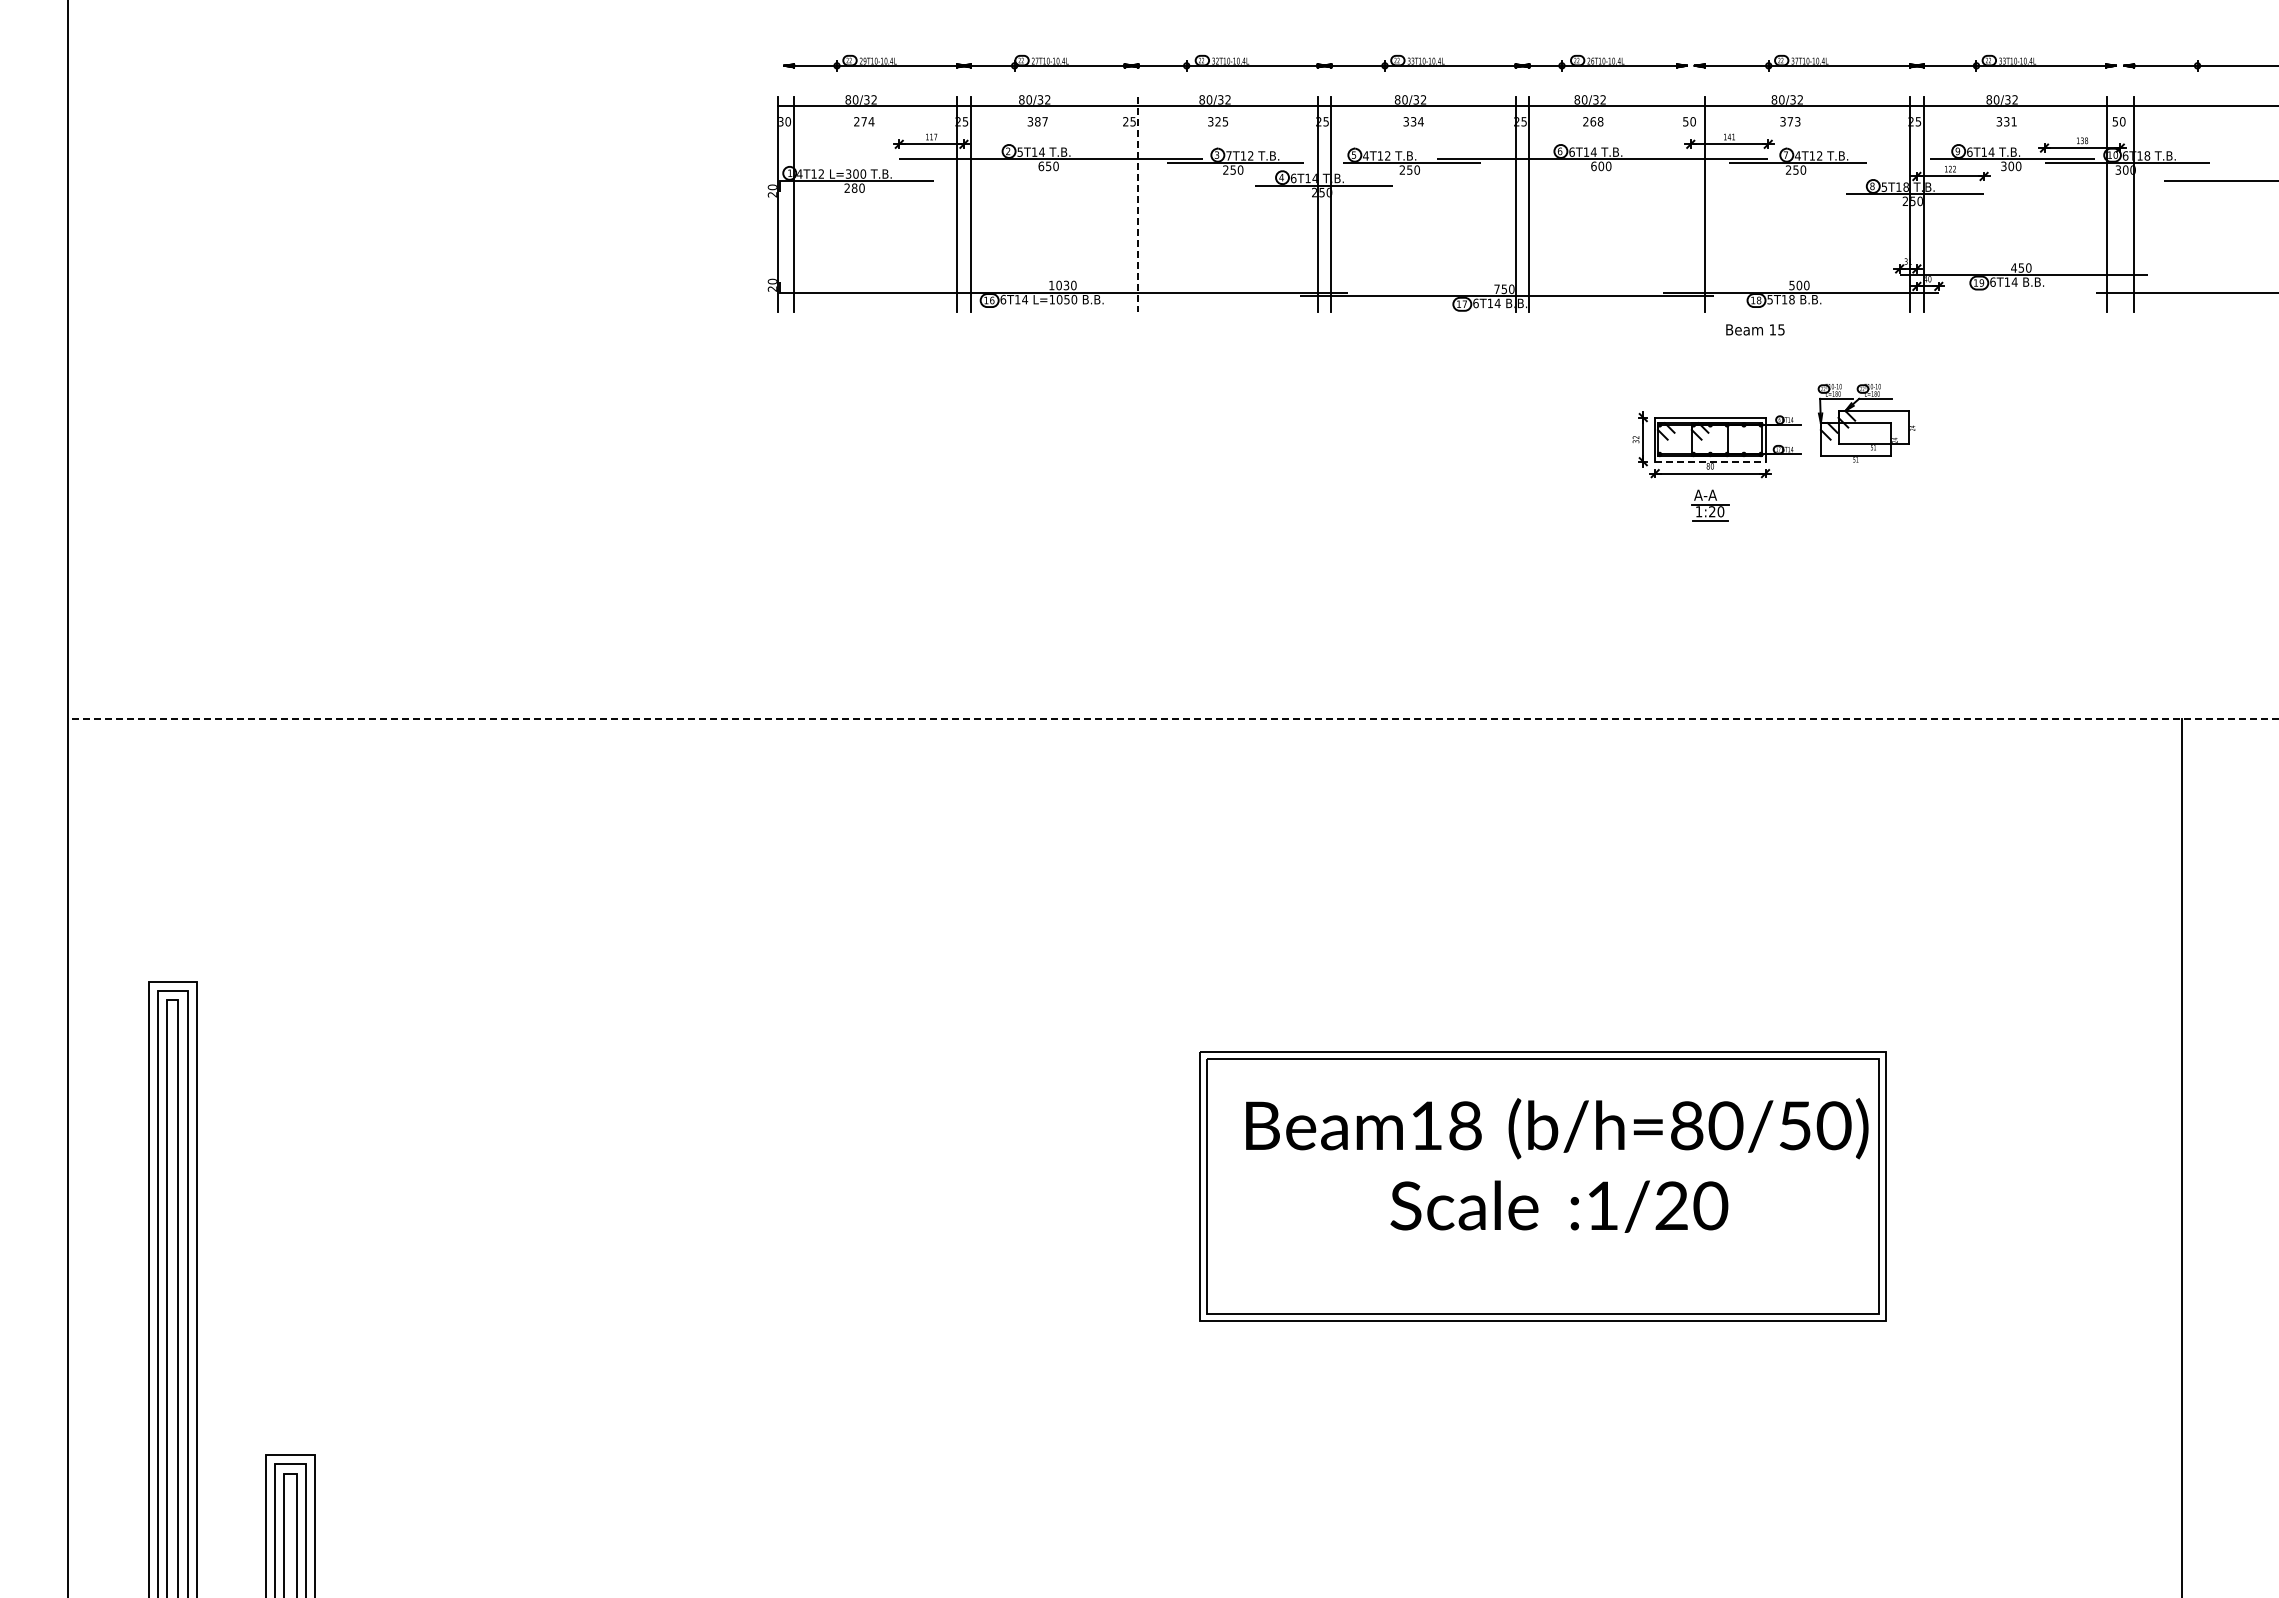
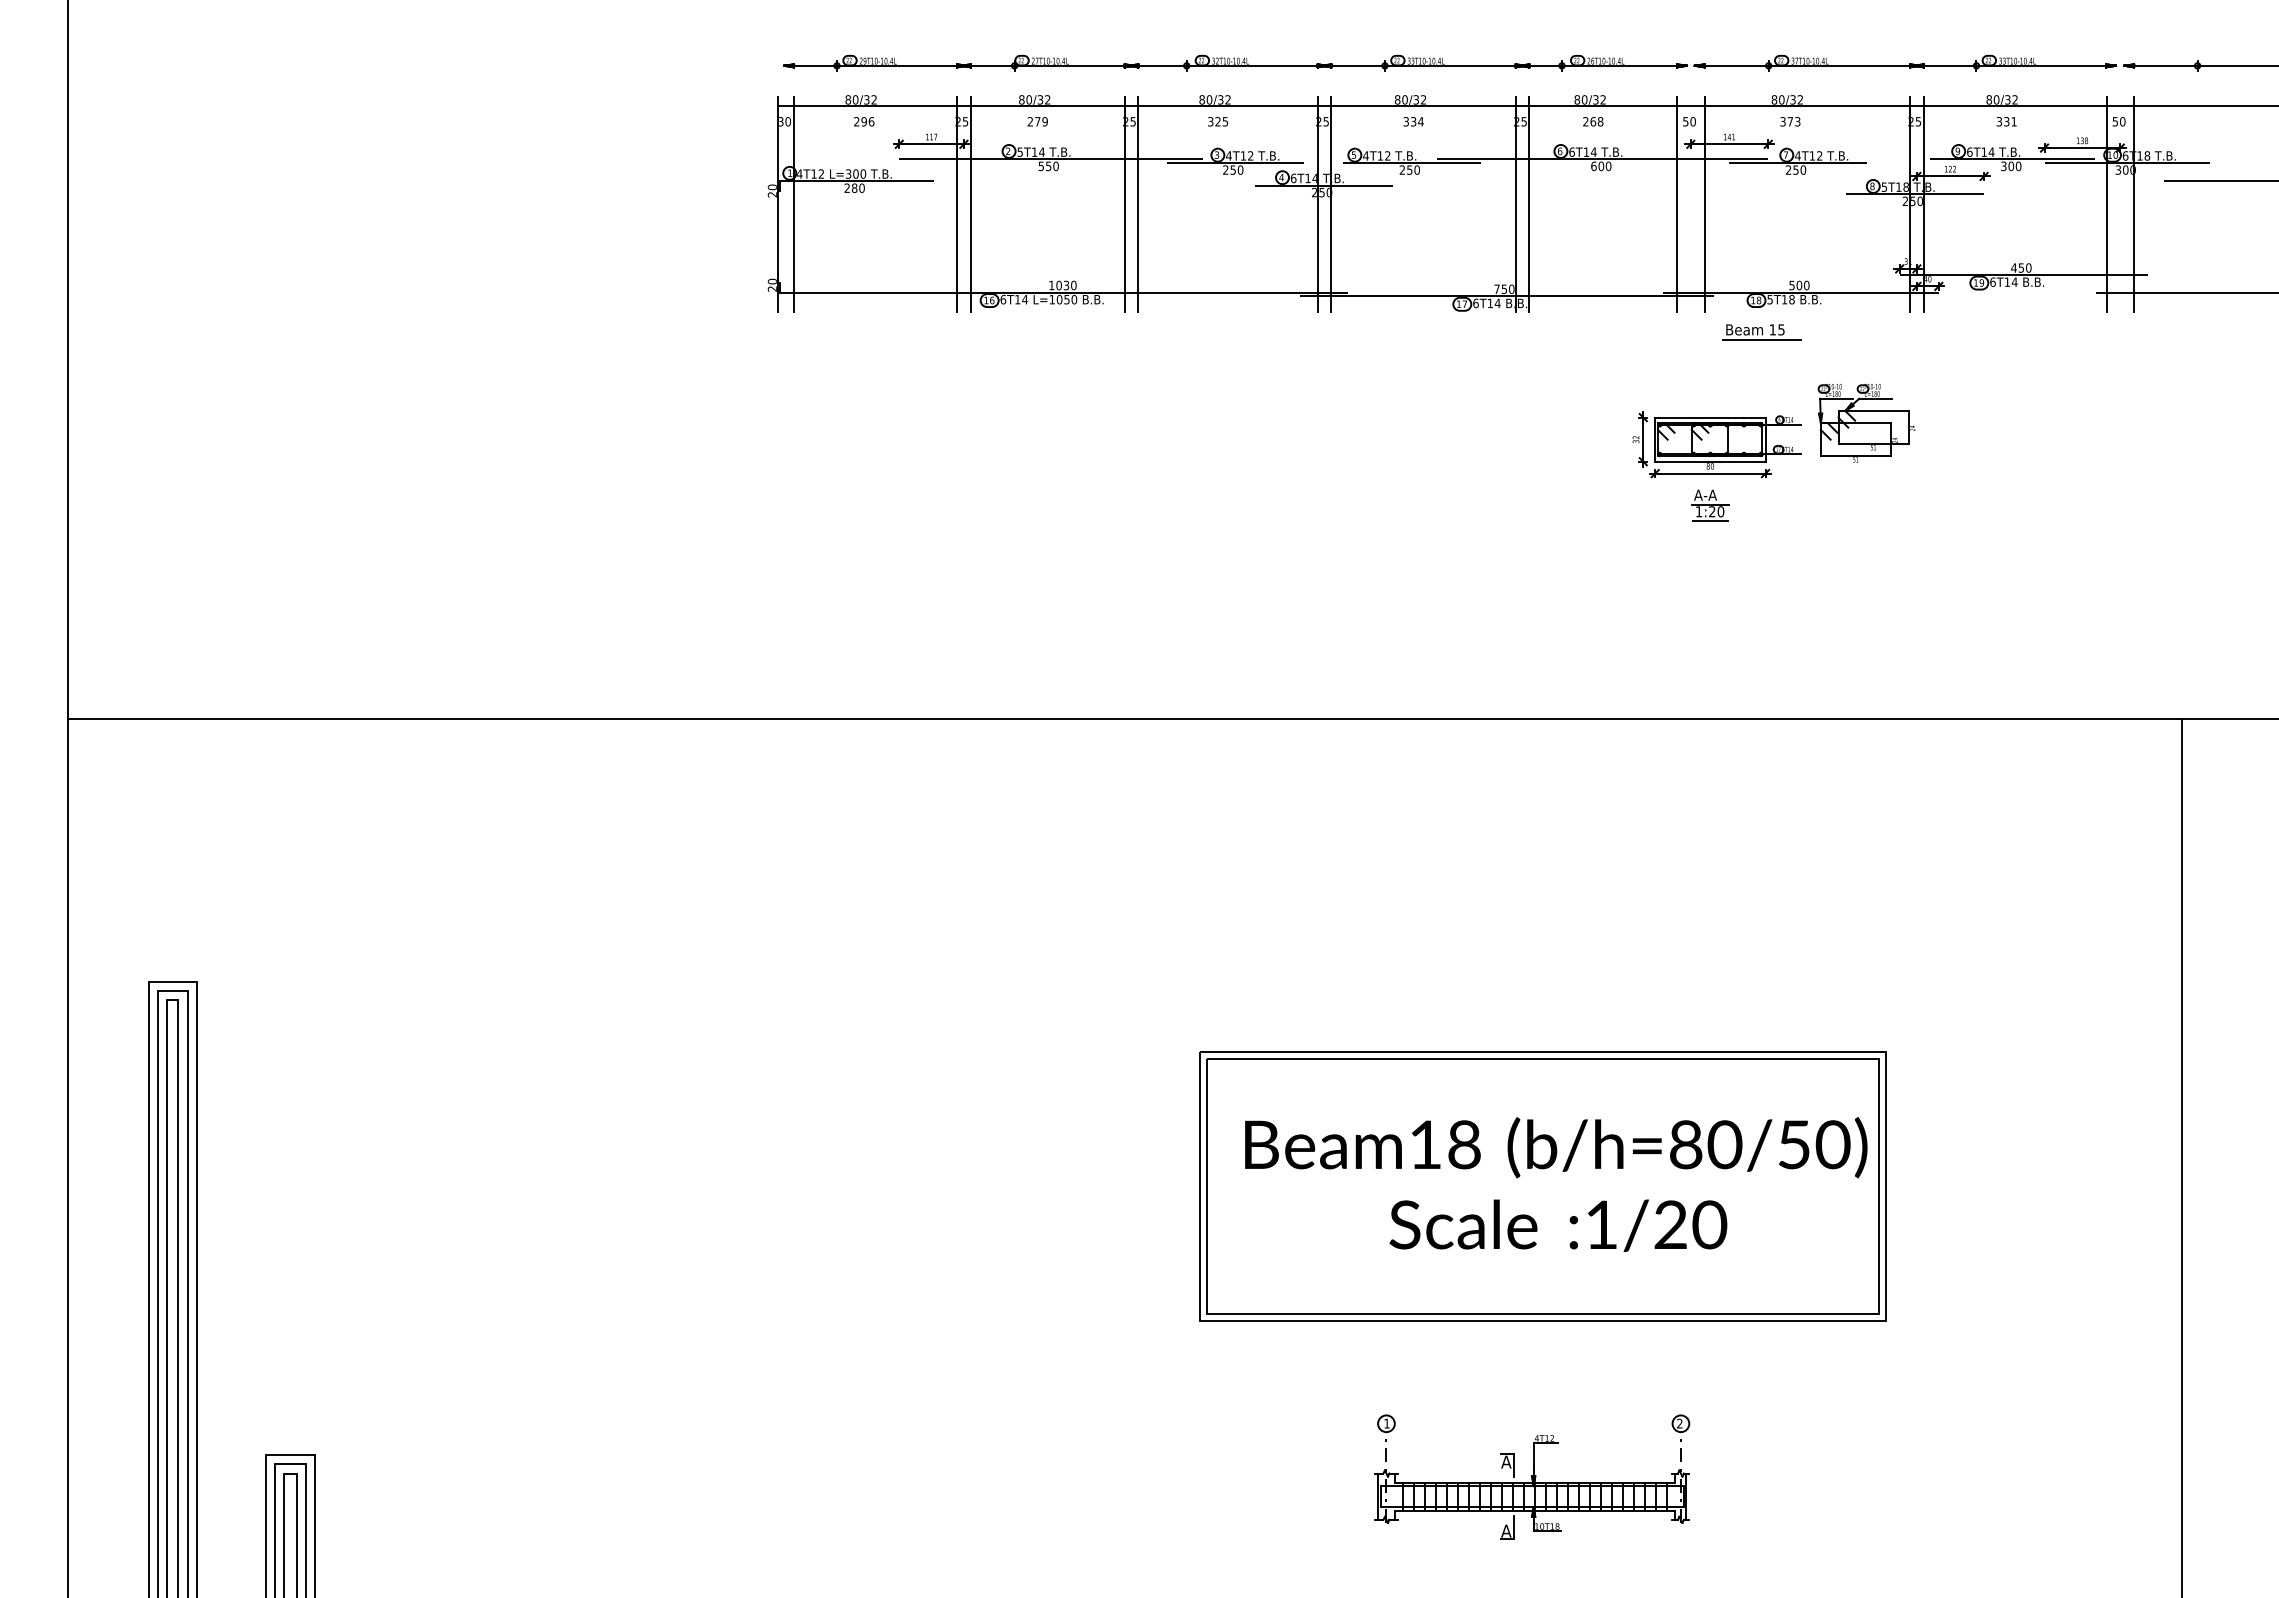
text at (867, 121): 274 -> 296
text at (1037, 121): 387 -> 279
text at (1228, 155): 7T12 -> 4T12
text at (1041, 166): 650 -> 550
line at (1124, 203): none -> present
line at (1676, 203): none -> present
line at (1138, 204): dashed -> solid
line at (1761, 339): none -> present
line at (1710, 461): dashed -> solid
line at (1173, 718): dashed -> solid
text at (1557, 1165) position: (1557, 1165) -> (1556, 1184)
part at (1532, 1476): none -> present
